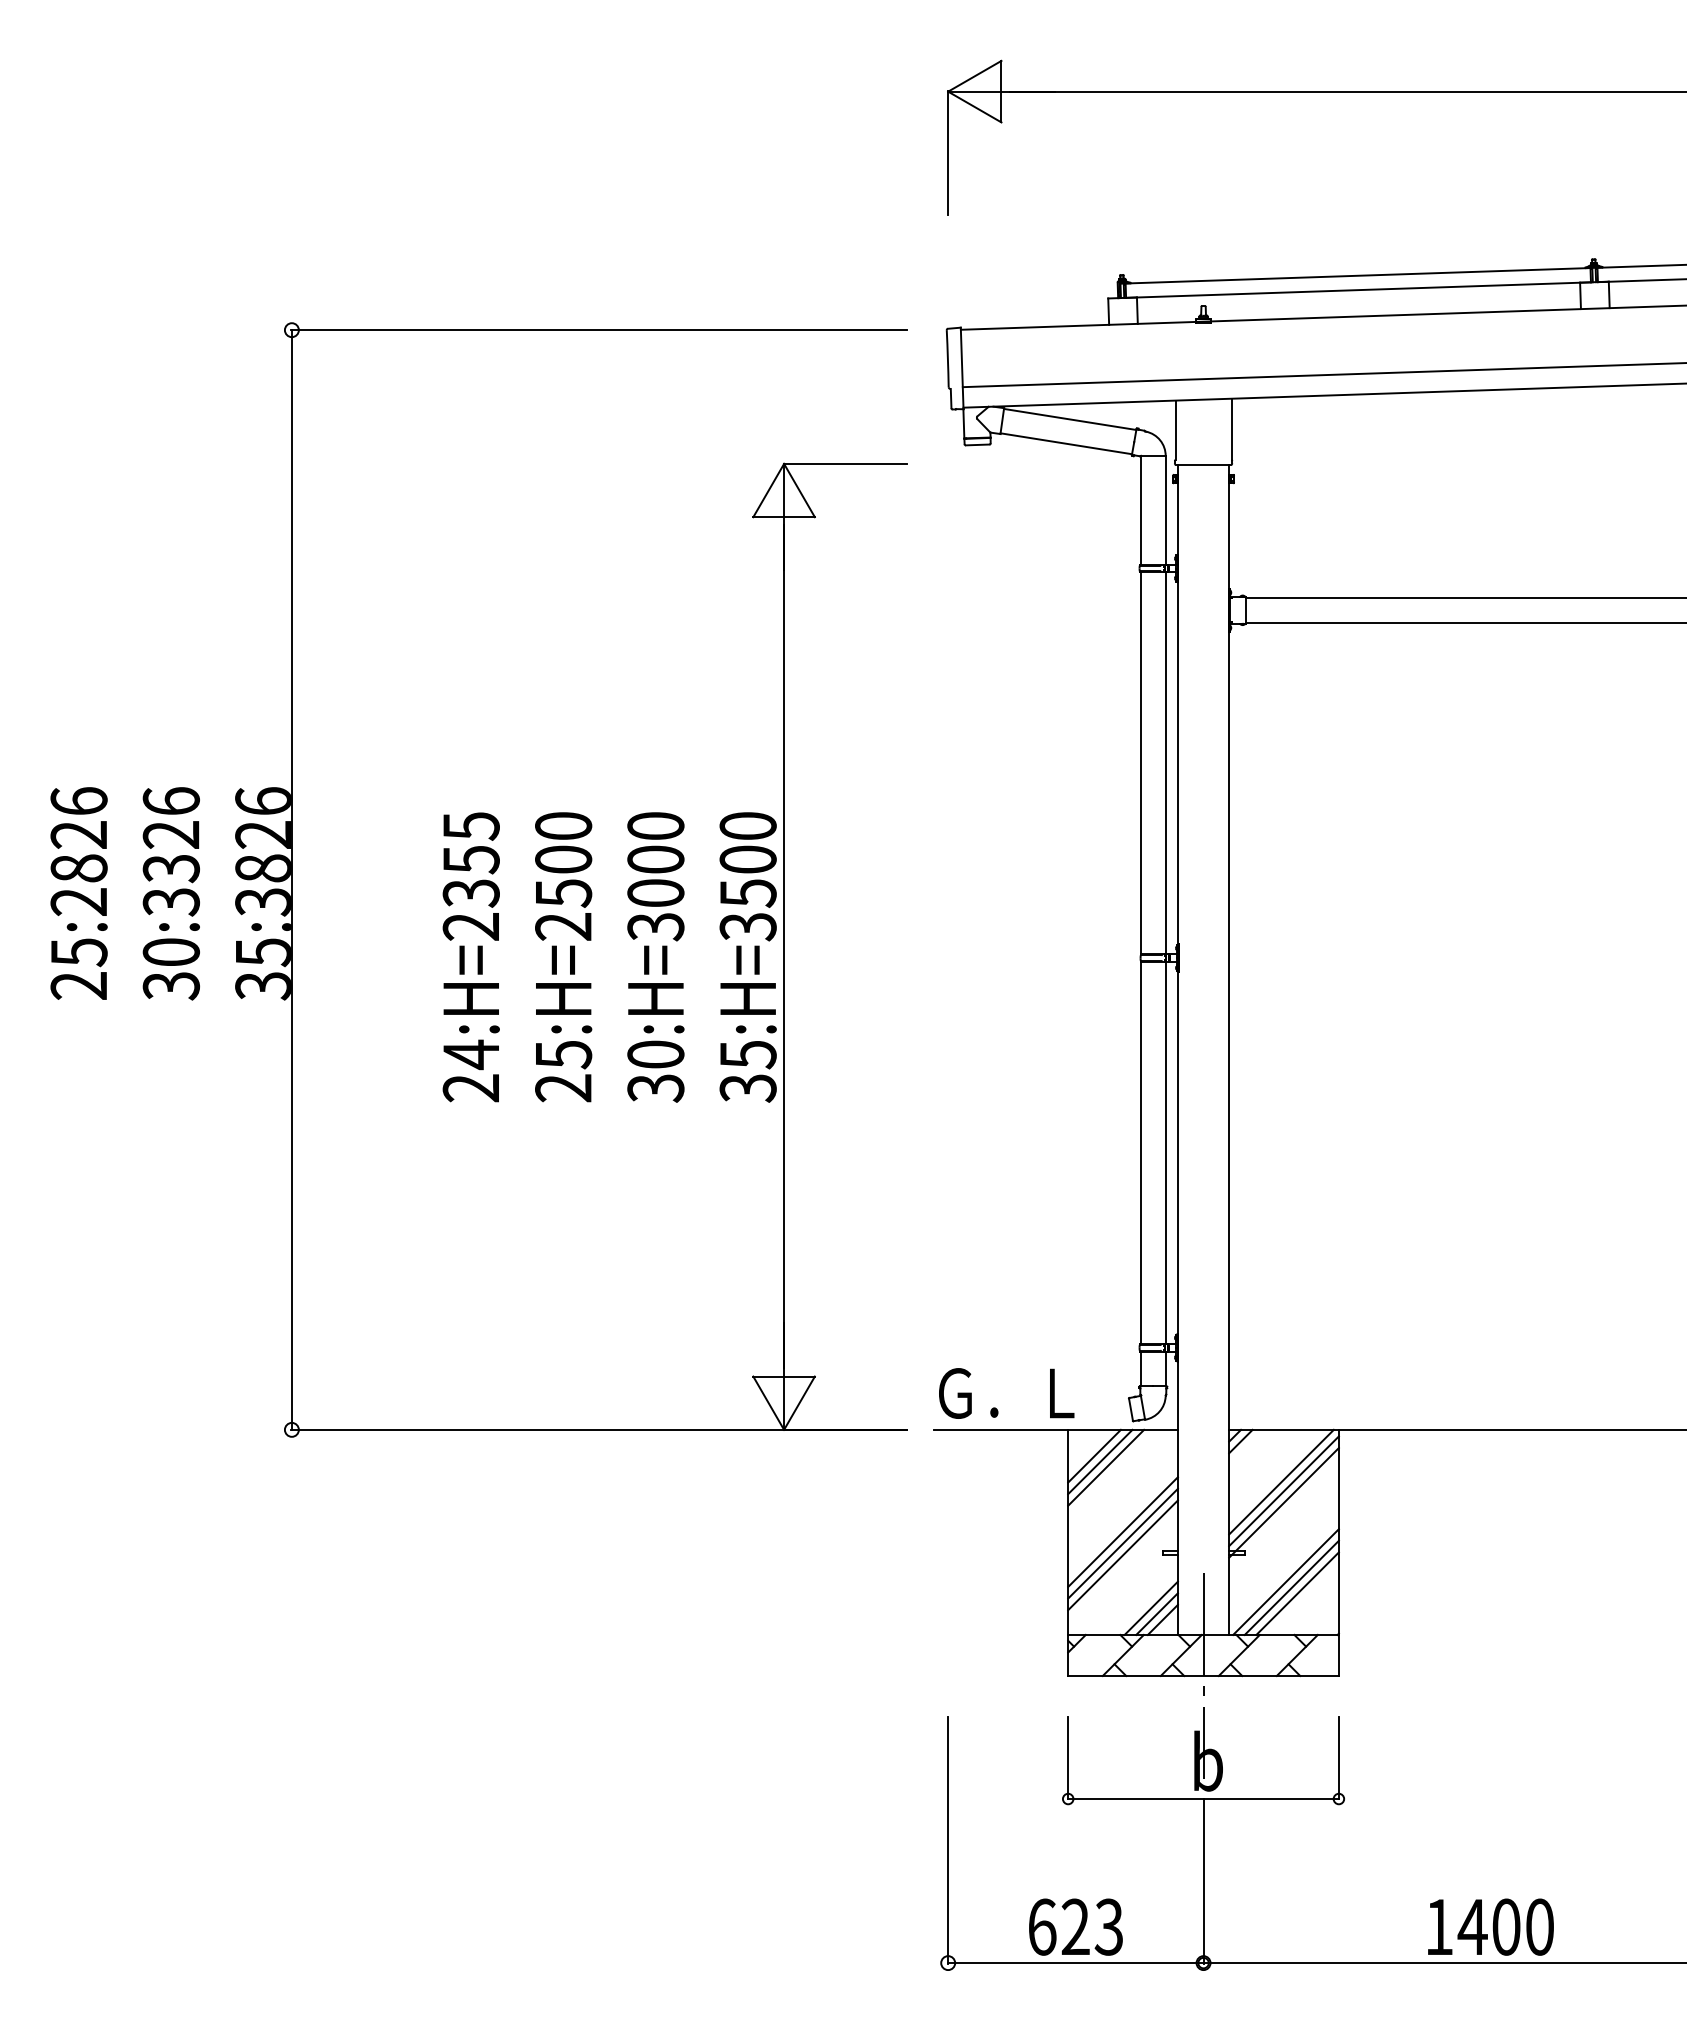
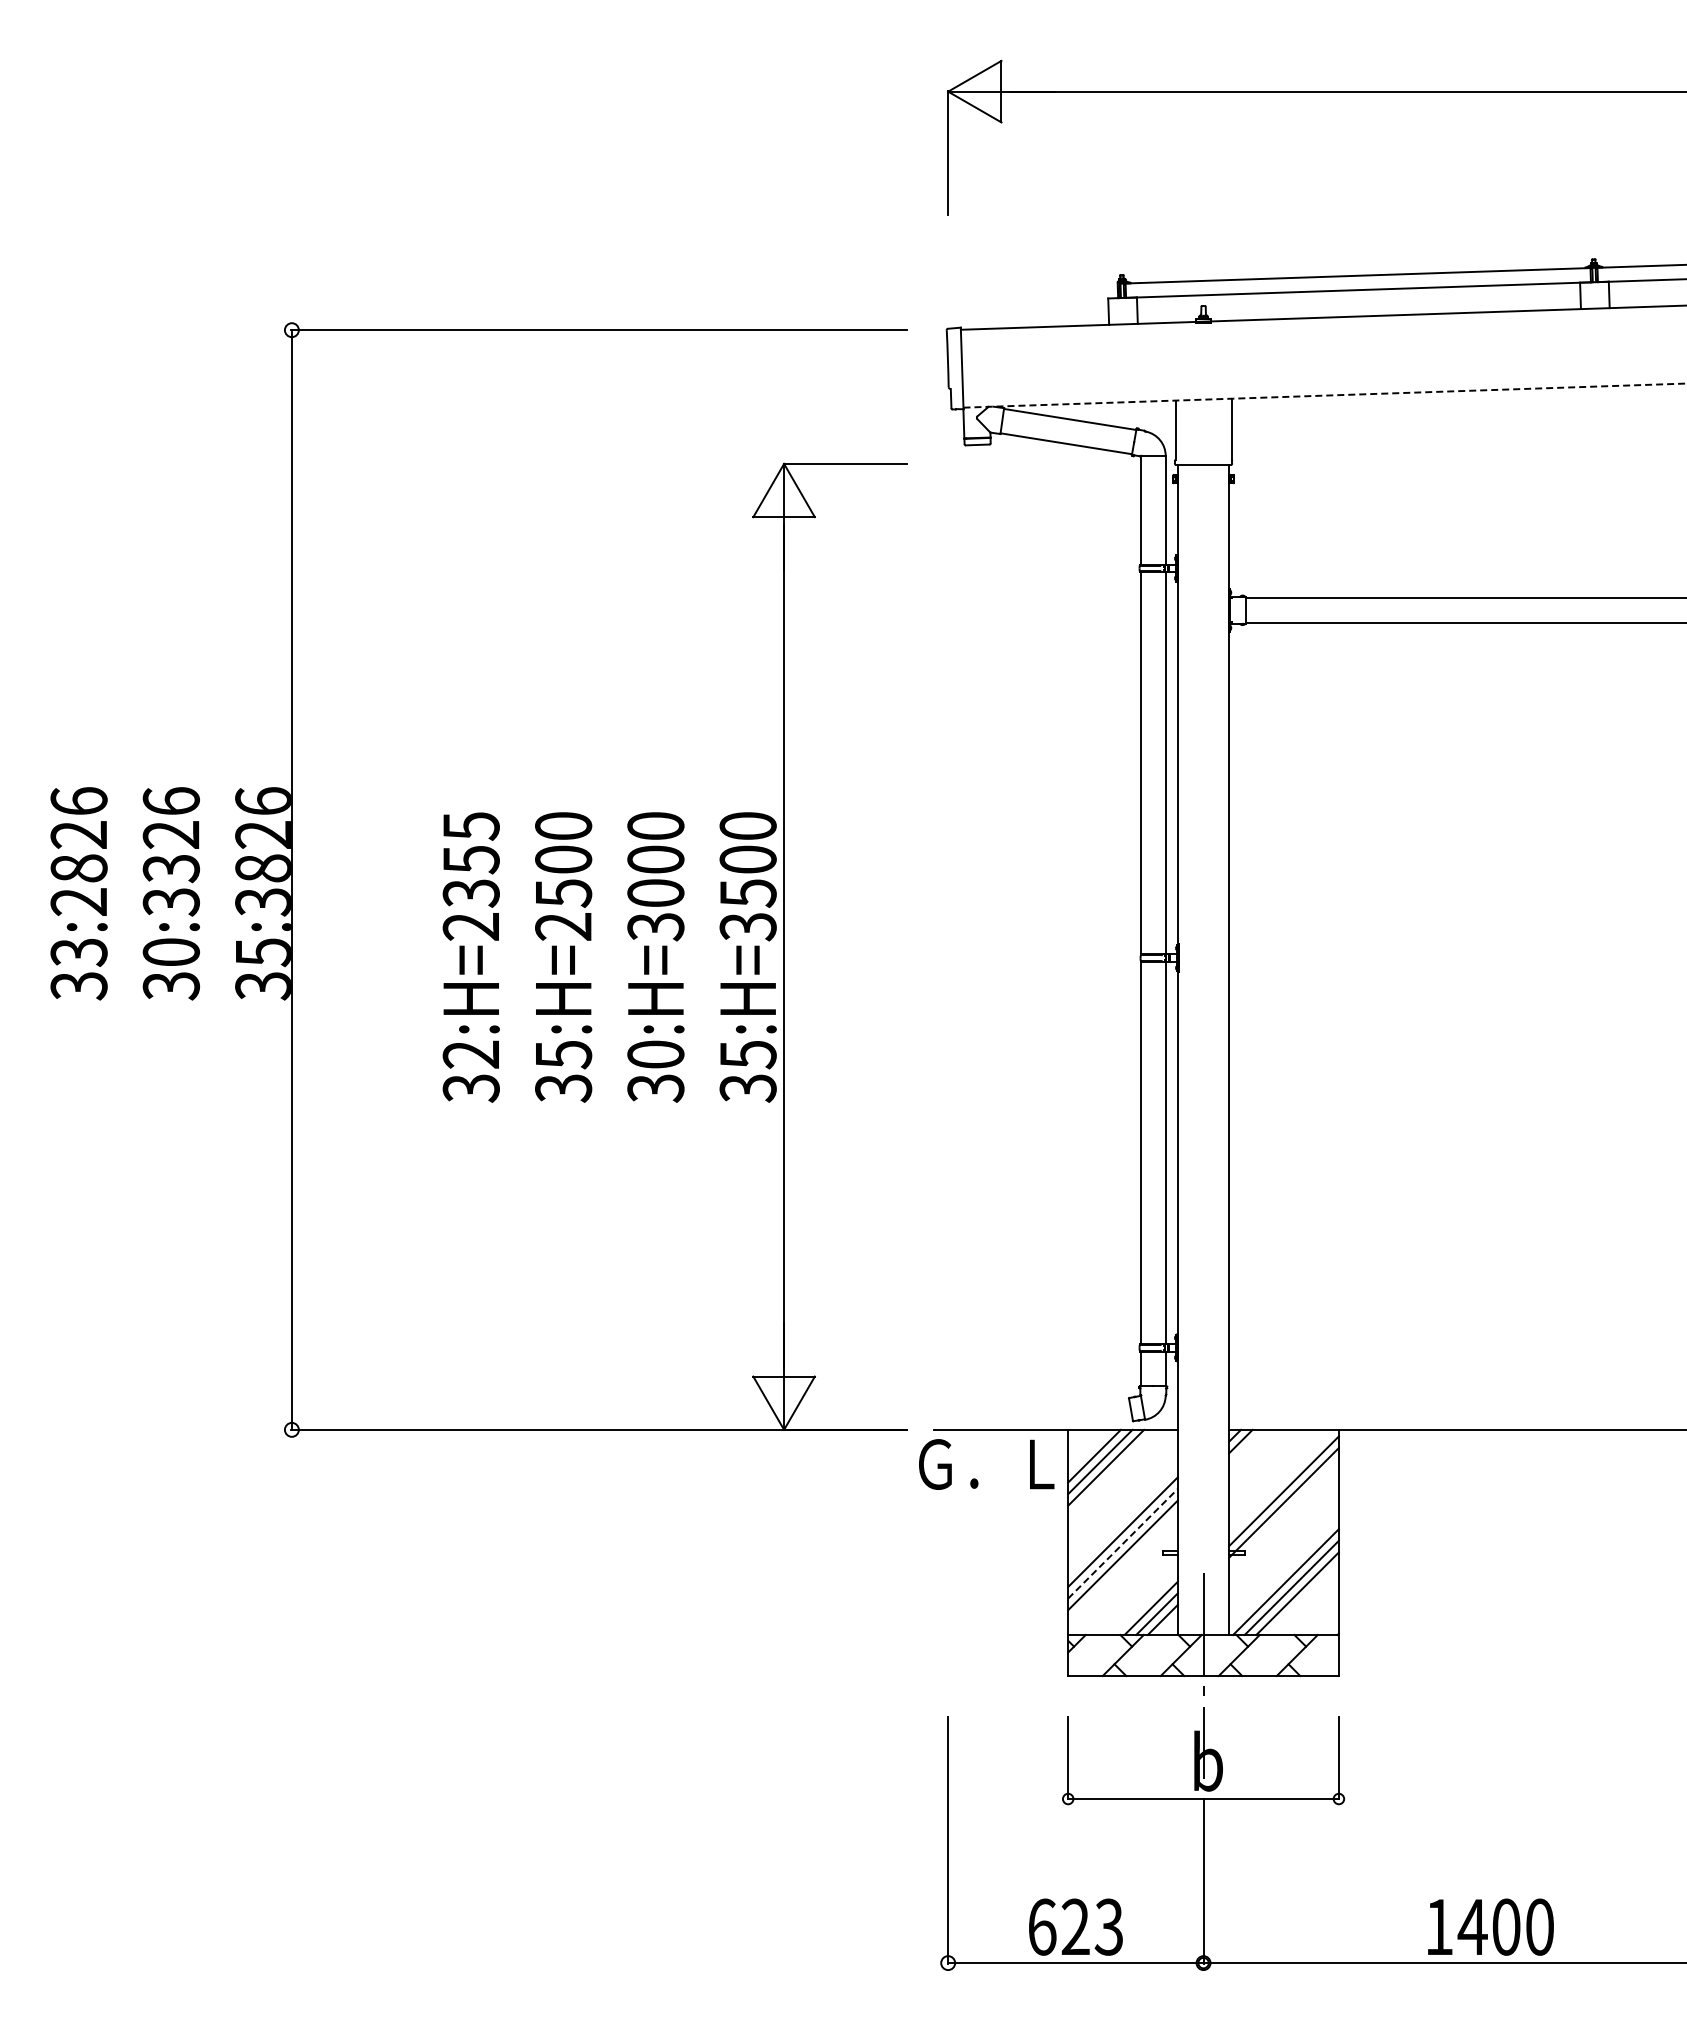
line at (1322, 375): present -> none
line at (1325, 395): solid -> dashed
text at (78, 969): 25:2826 -> 33:2826
text at (470, 1070): 24:H=2355 -> 32:H=2355
text at (563, 1088): 25:H=2500 -> 35:H=2500
text at (1006, 1393) position: (1006, 1393) -> (986, 1464)
line at (1281, 1481): present -> none
line at (1123, 1543): solid -> dashed
